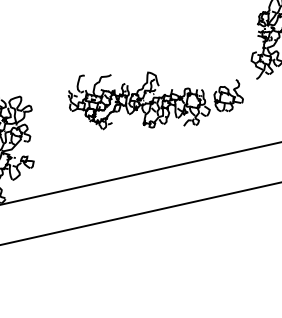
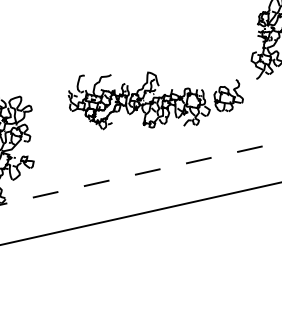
line at (141, 173): solid -> dashed
